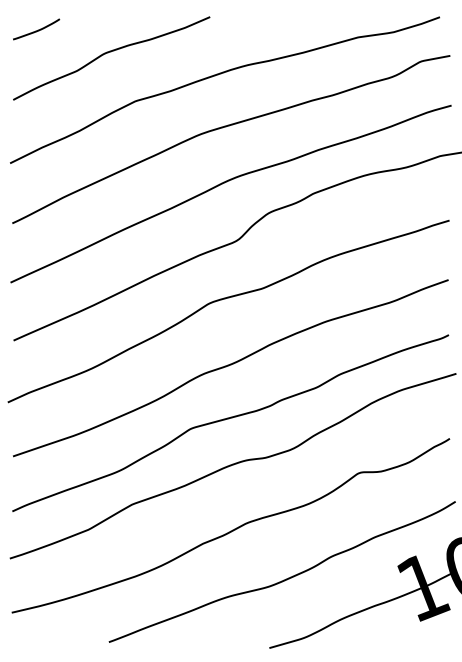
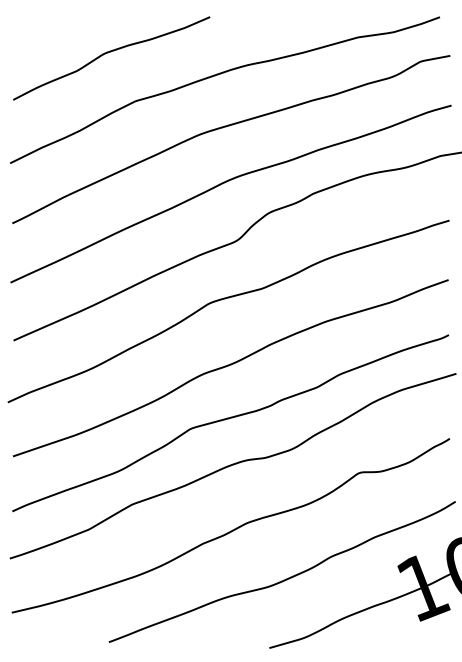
curve at (36, 30): present -> none
